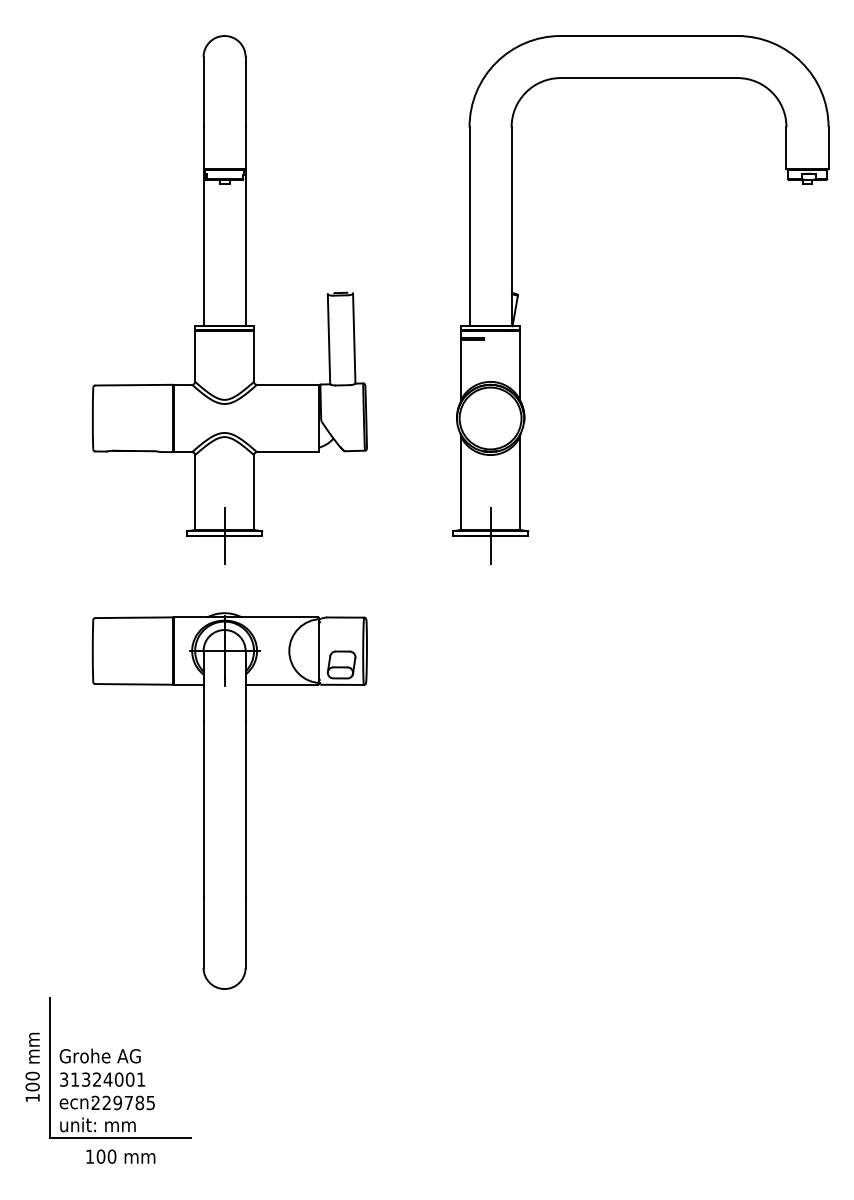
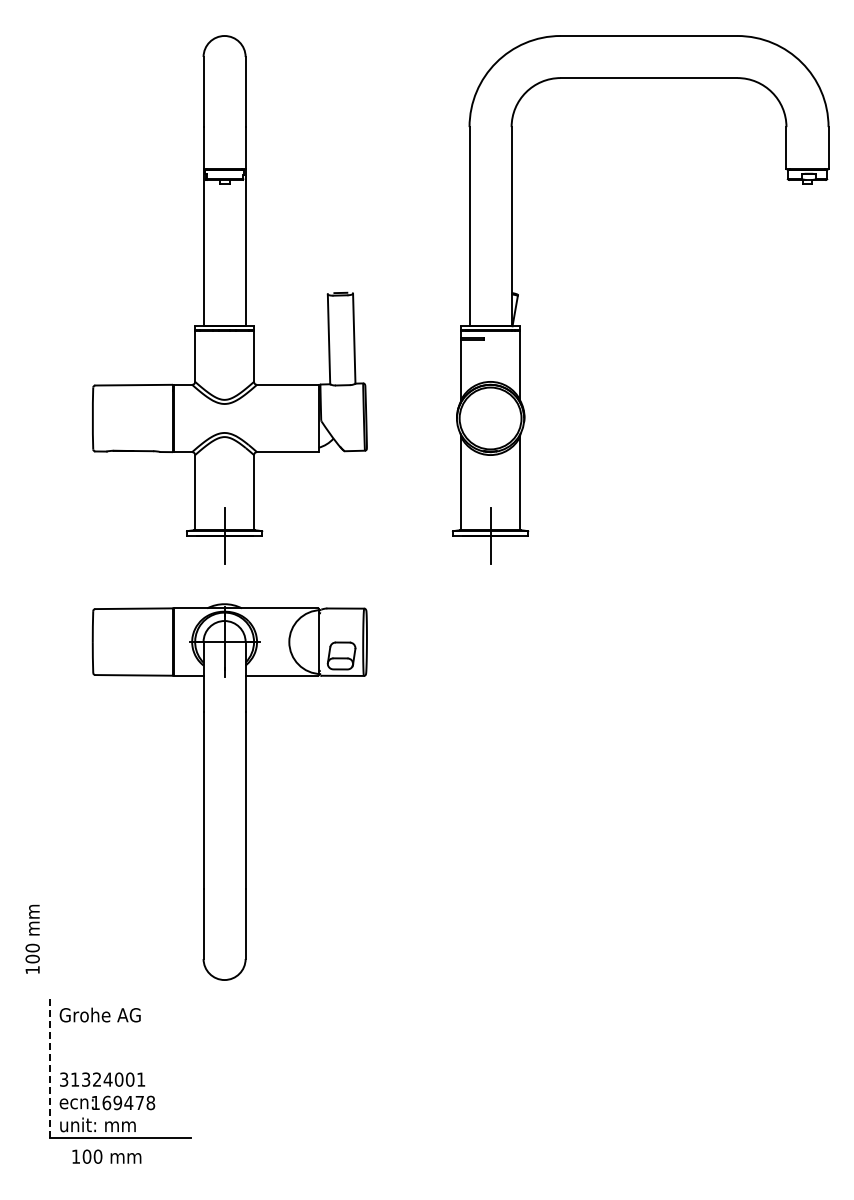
part at (229, 800) position: (229, 800) -> (229, 791)
text at (99, 1055) position: (99, 1055) -> (99, 1014)
text at (32, 1066) position: (32, 1066) -> (32, 938)
line at (50, 1067): solid -> dashed
text at (123, 1102): 229785 -> 169478
text at (120, 1156) position: (120, 1156) -> (106, 1156)
